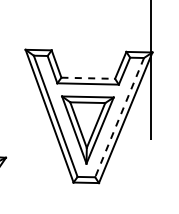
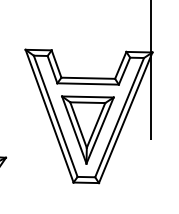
line at (88, 78): dashed -> solid
line at (119, 118): dashed -> solid
